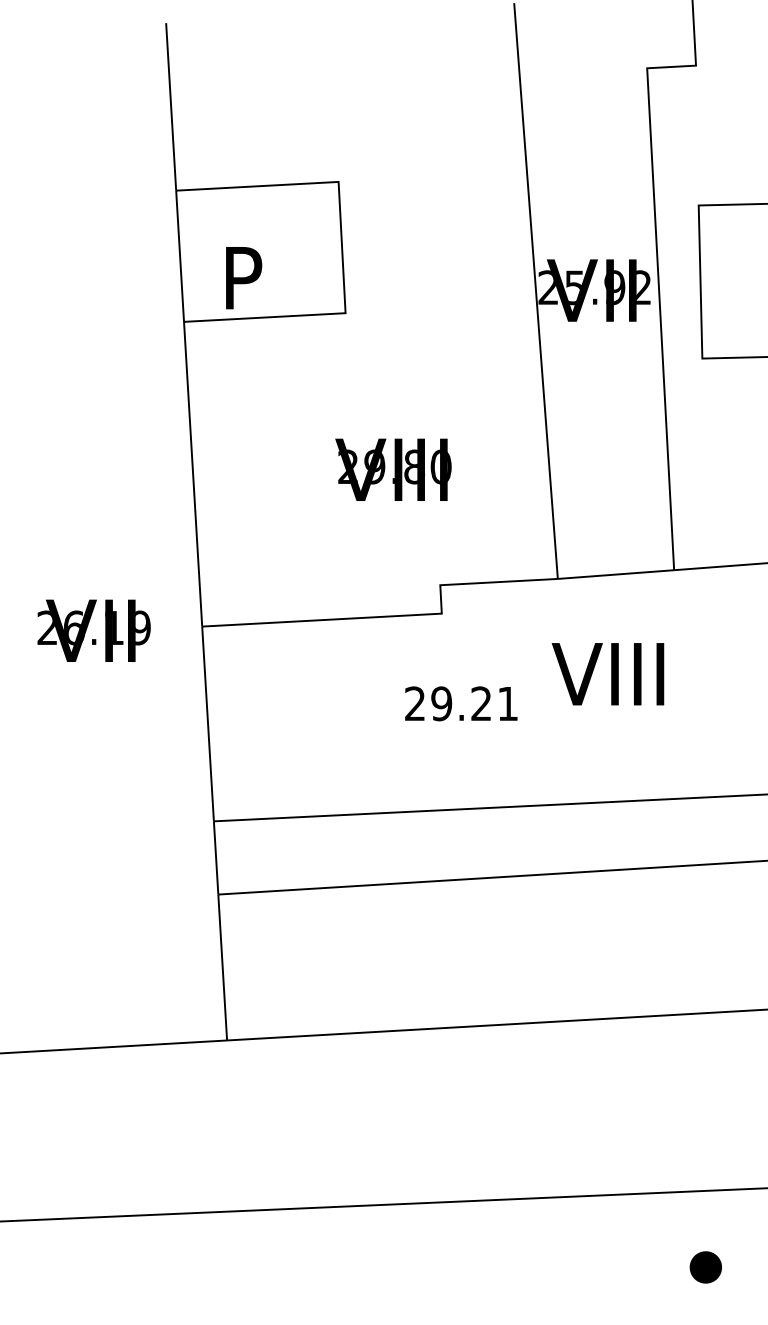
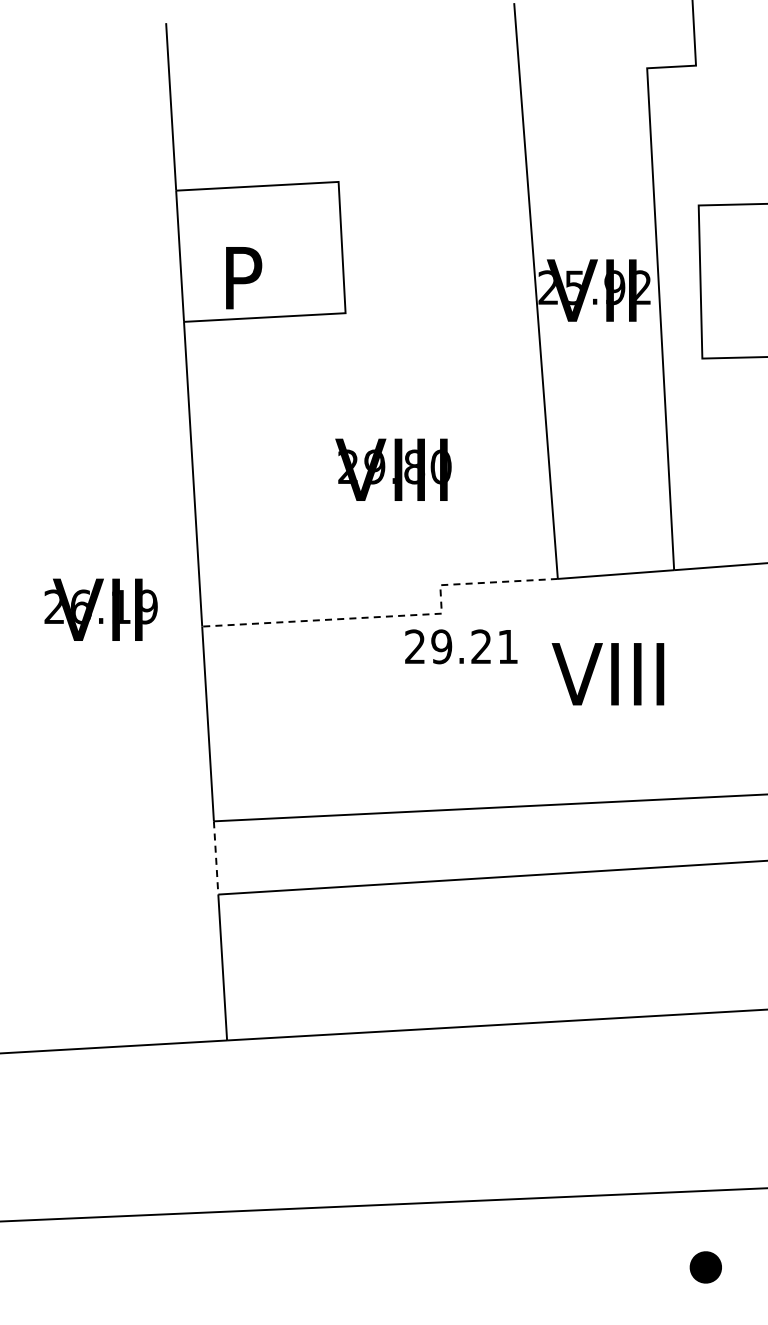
line at (395, 616): solid -> dashed
text at (93, 630) position: (93, 630) -> (100, 609)
text at (461, 703) position: (461, 703) -> (461, 646)
line at (216, 857): solid -> dashed
